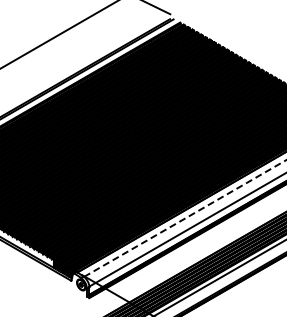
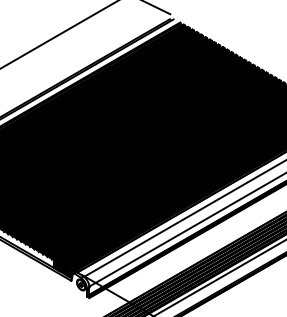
line at (185, 218): dashed -> solid
